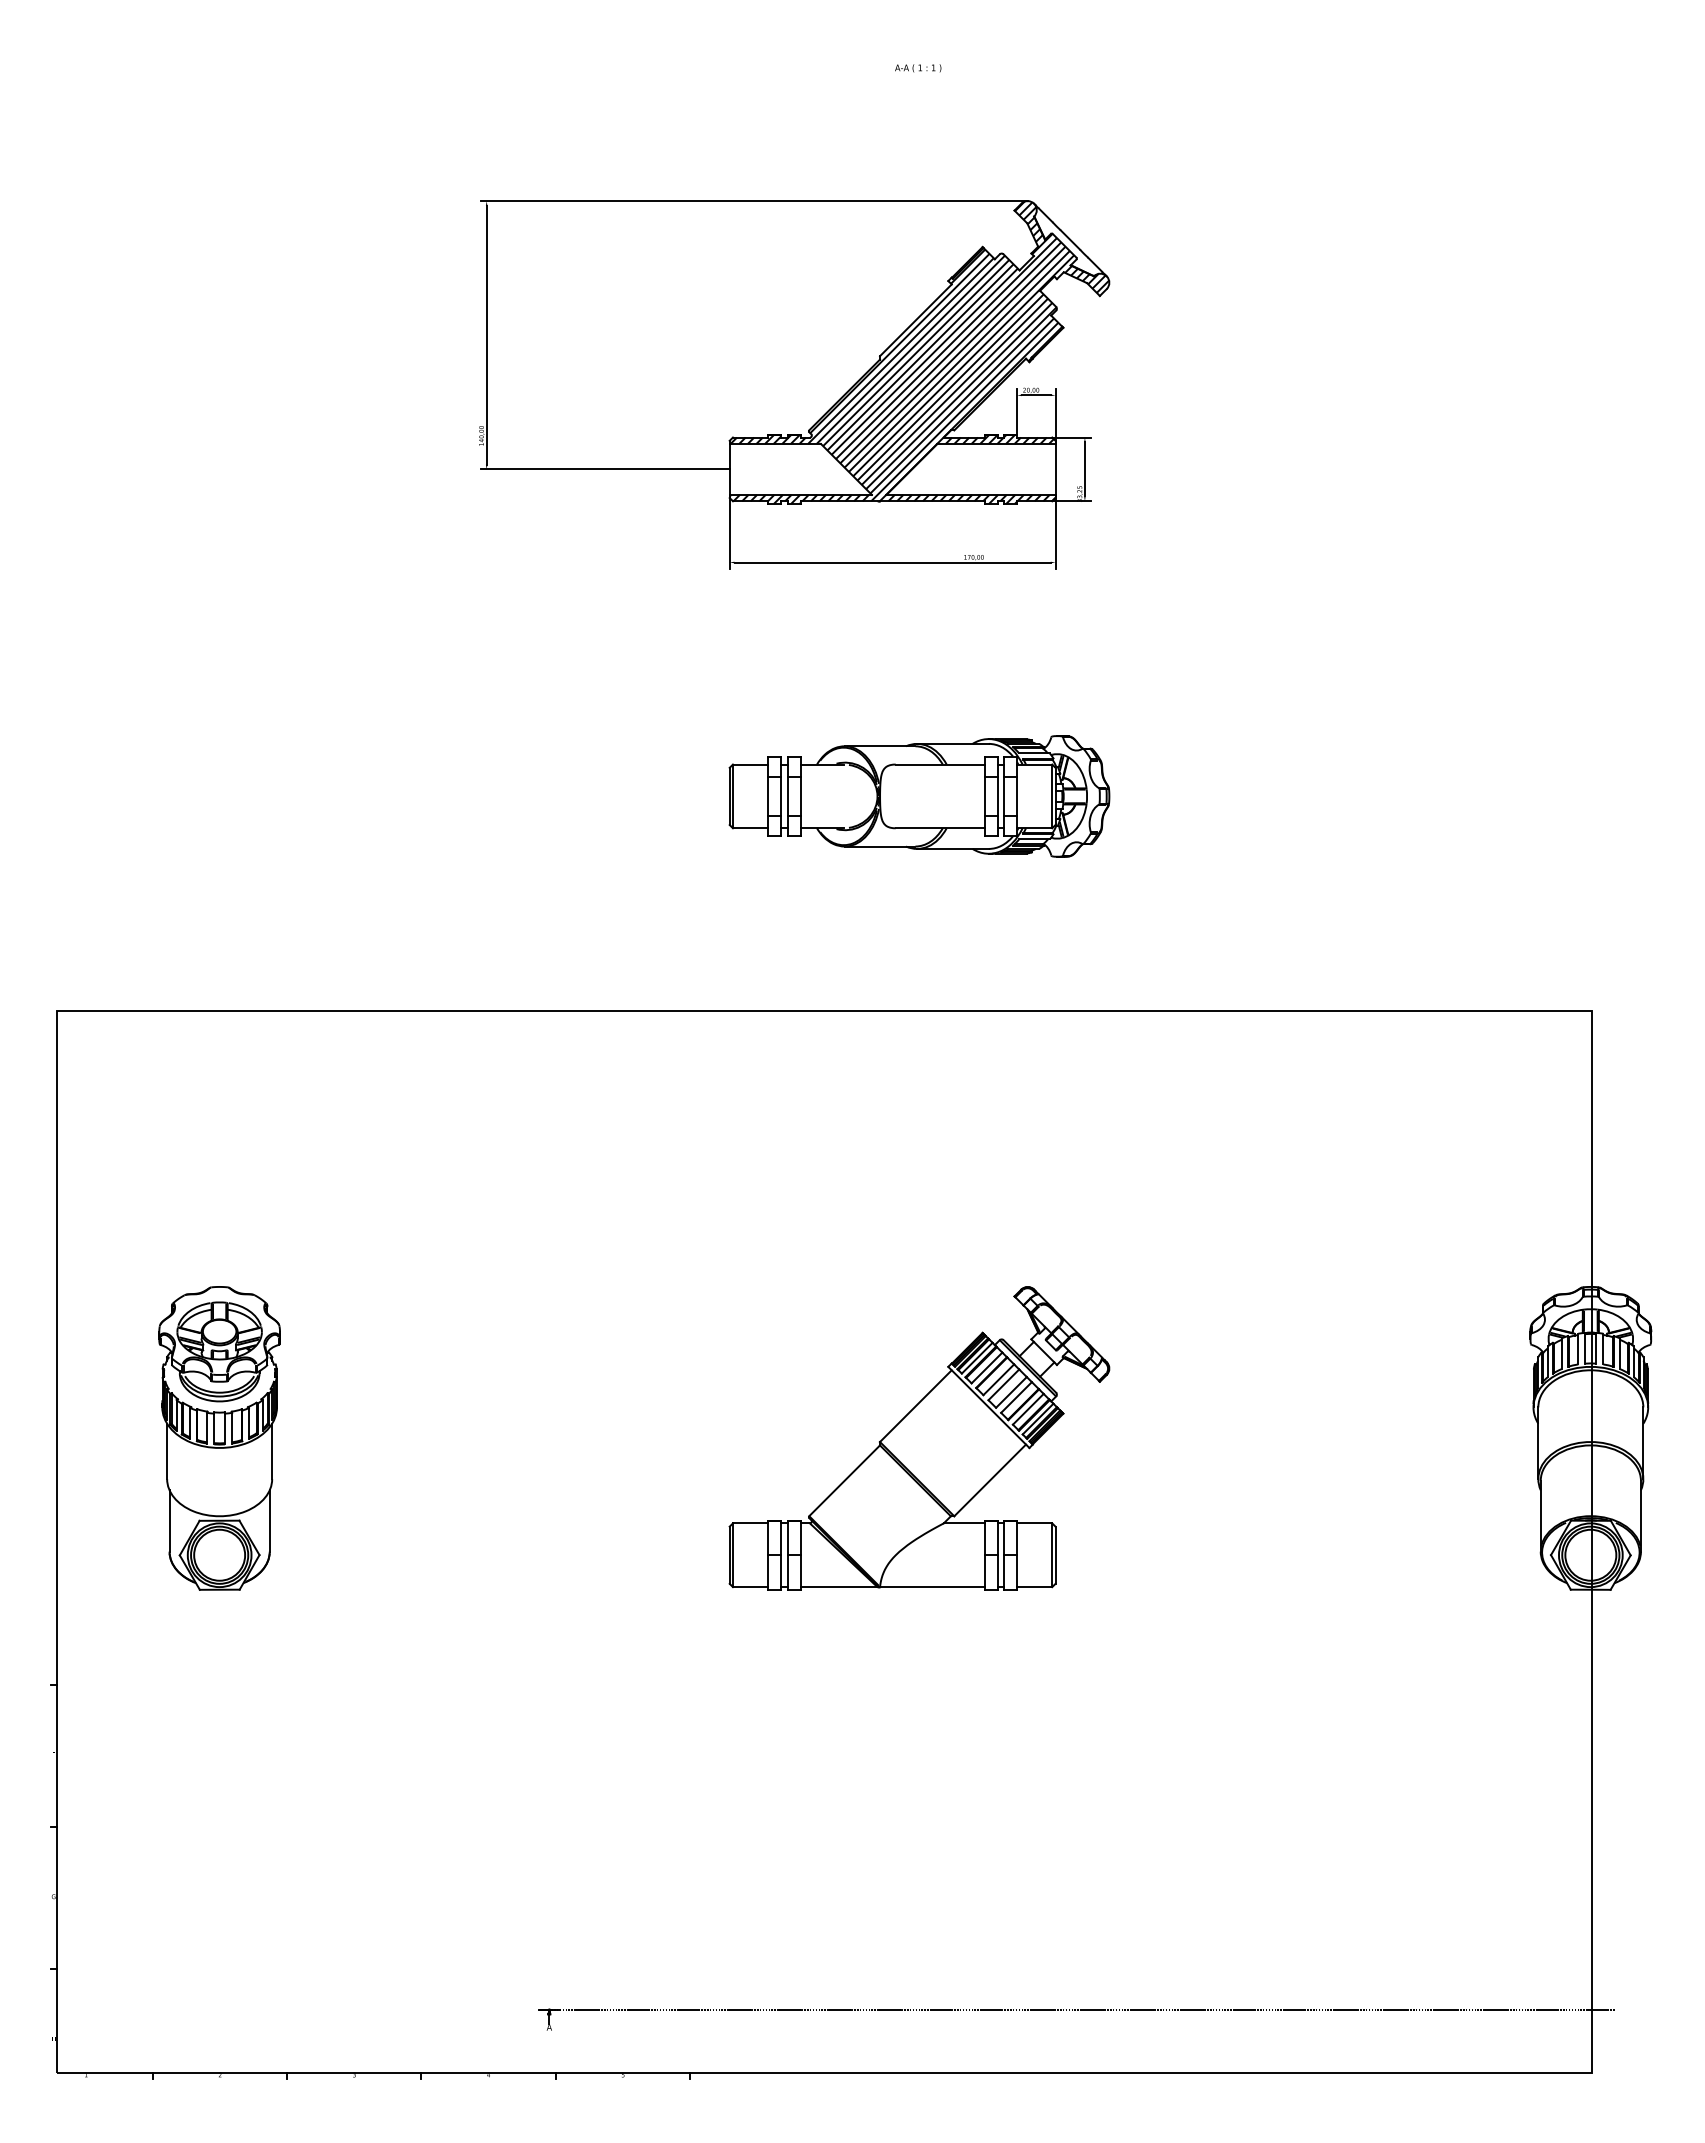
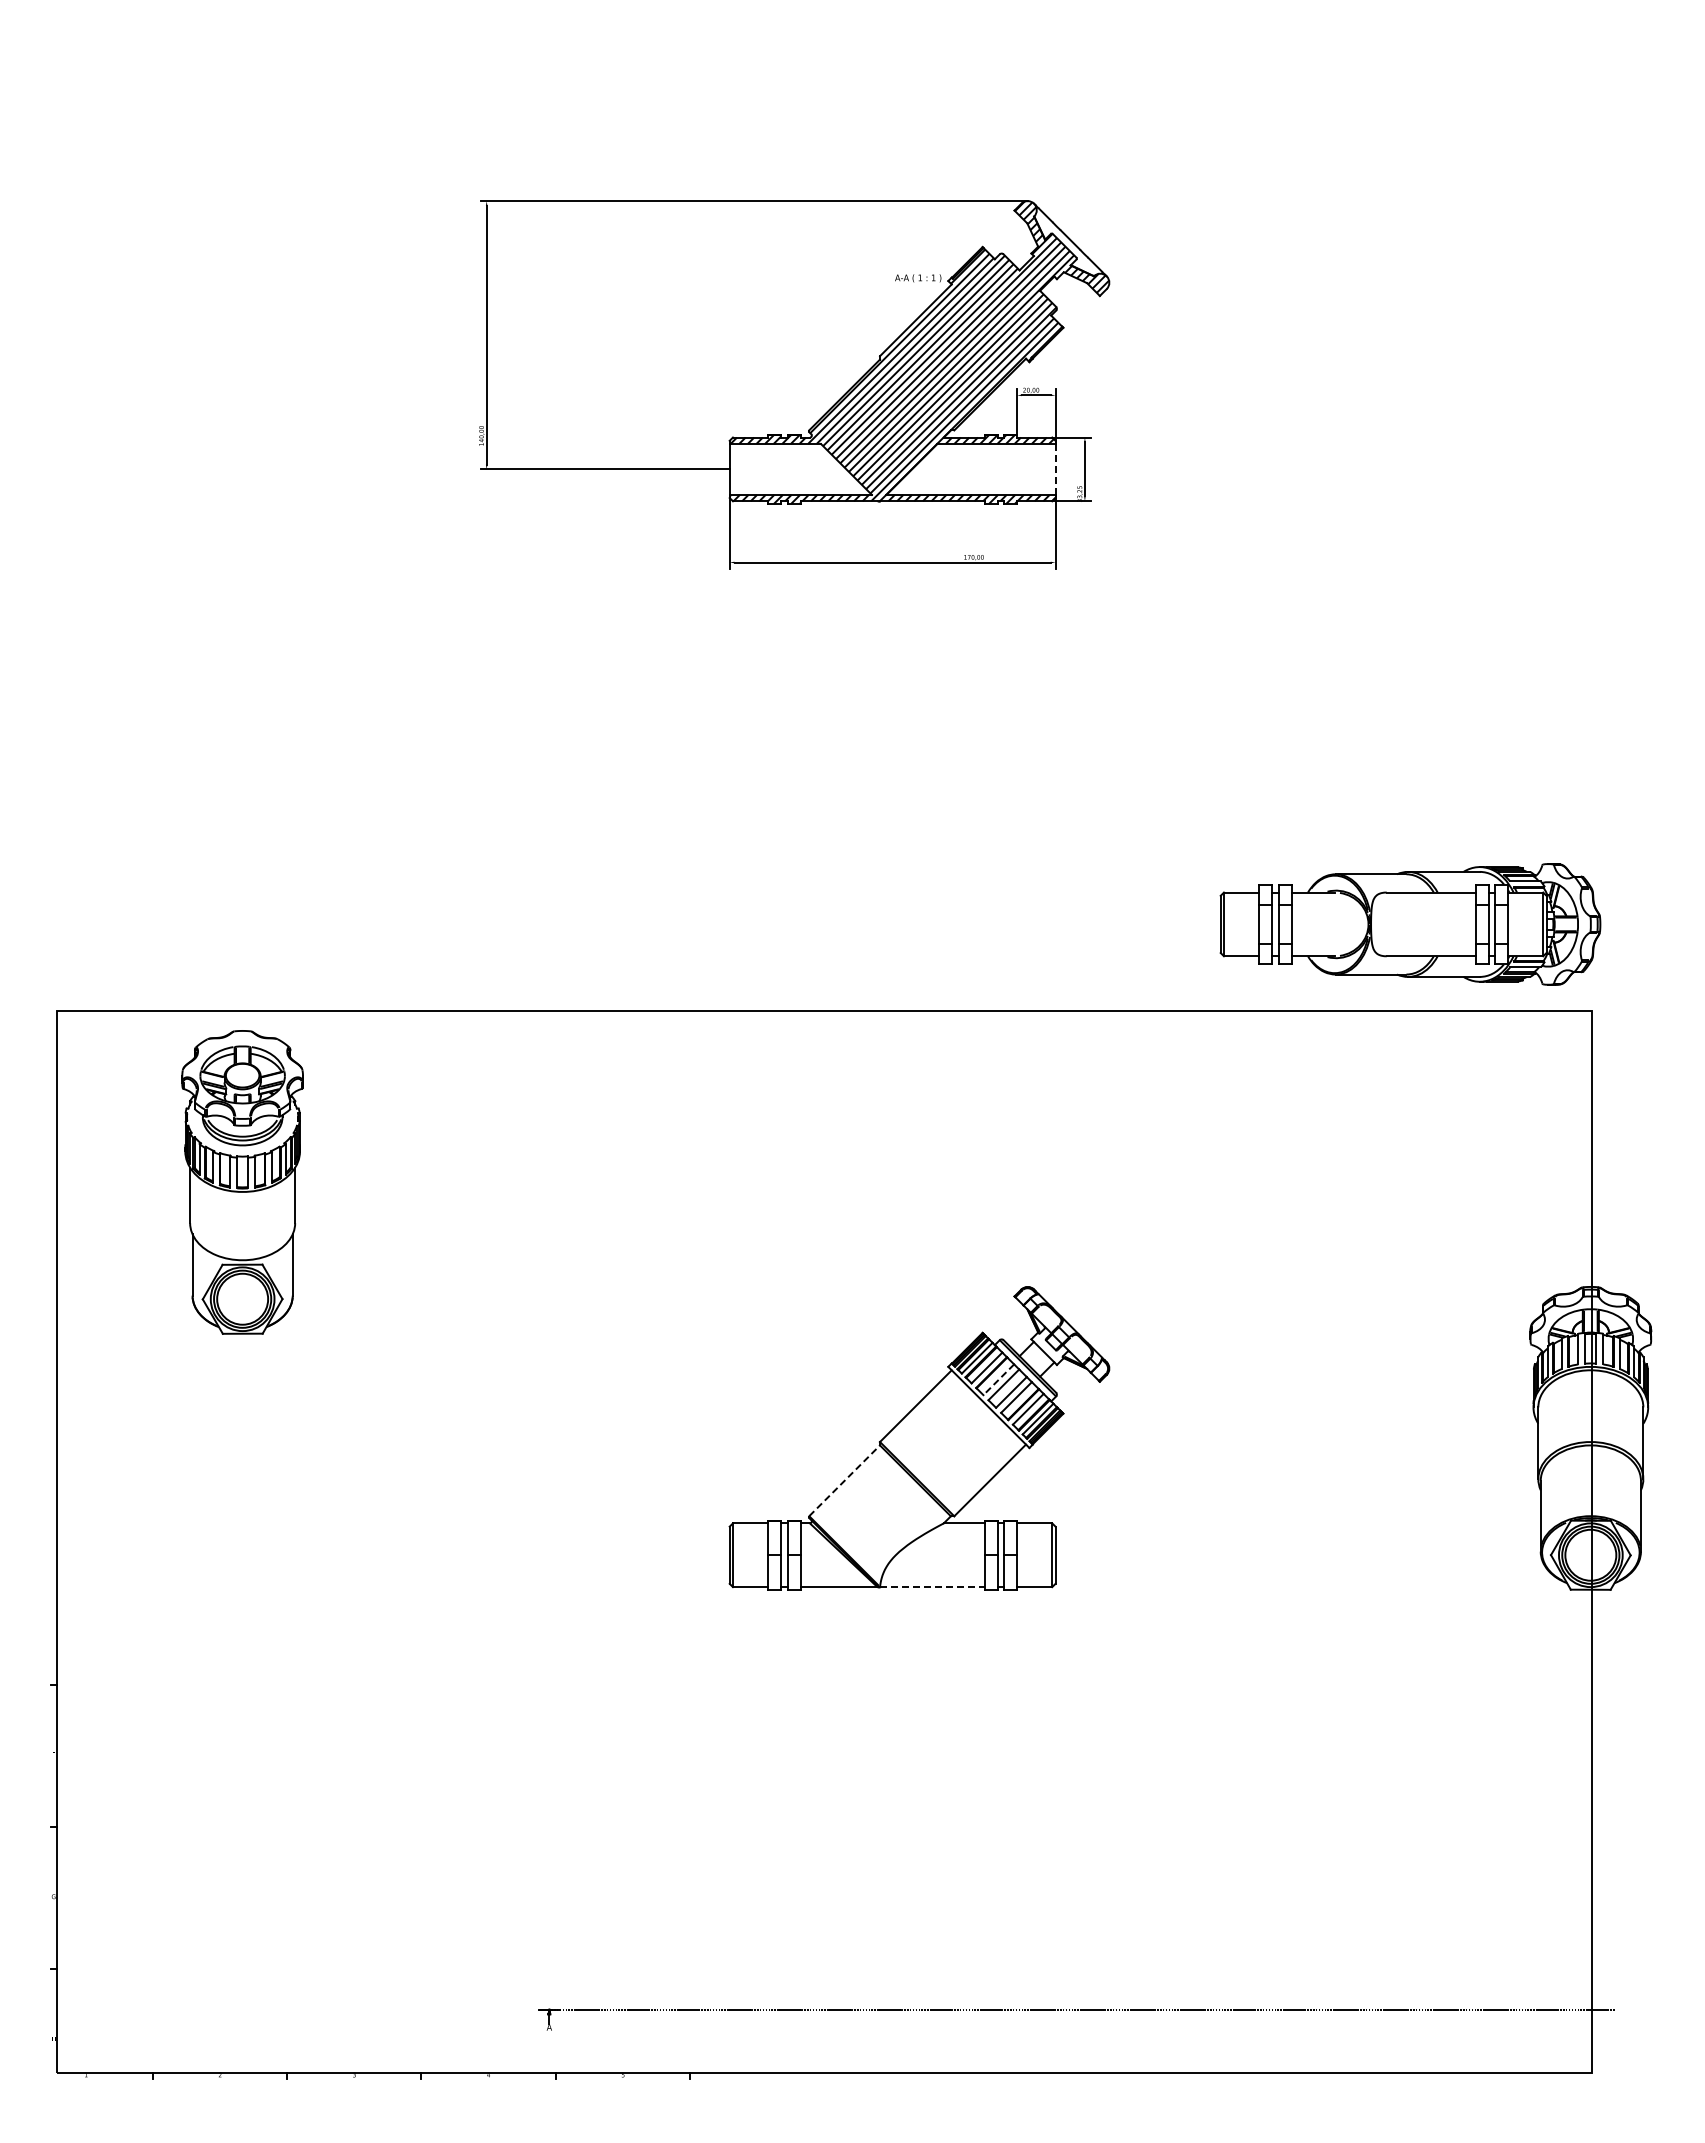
text at (918, 68) position: (918, 68) -> (918, 278)
line at (1055, 468): solid -> dashed
part at (919, 796) position: (919, 796) -> (1410, 924)
line at (998, 1379): solid -> dashed
part at (219, 1438) position: (219, 1438) -> (242, 1182)
line at (845, 1480): solid -> dashed
line at (932, 1587): solid -> dashed
